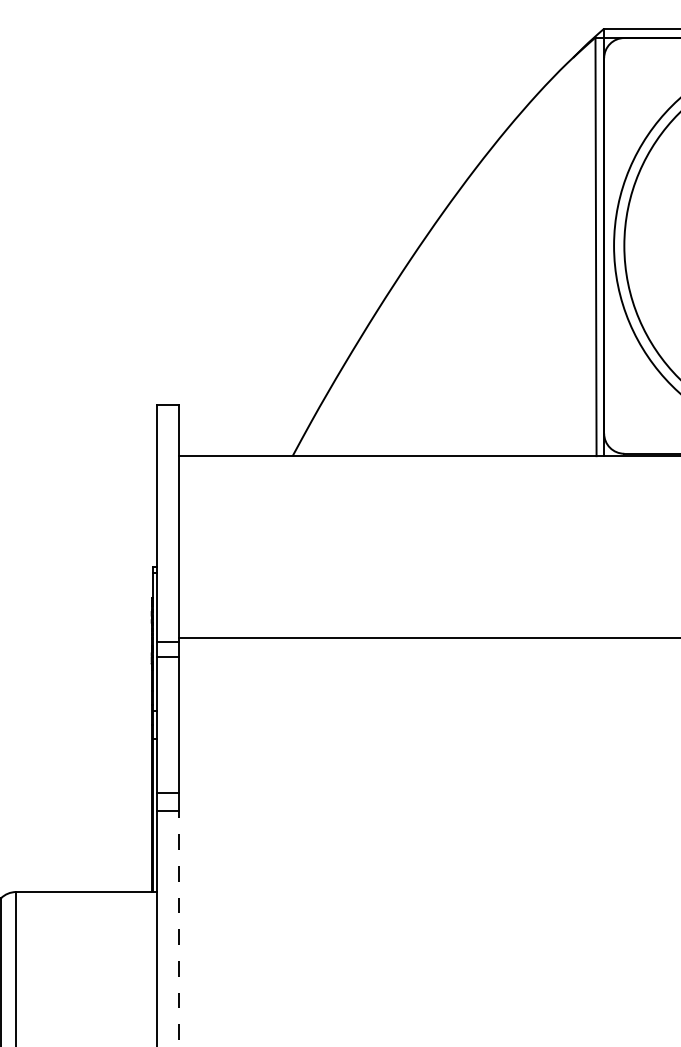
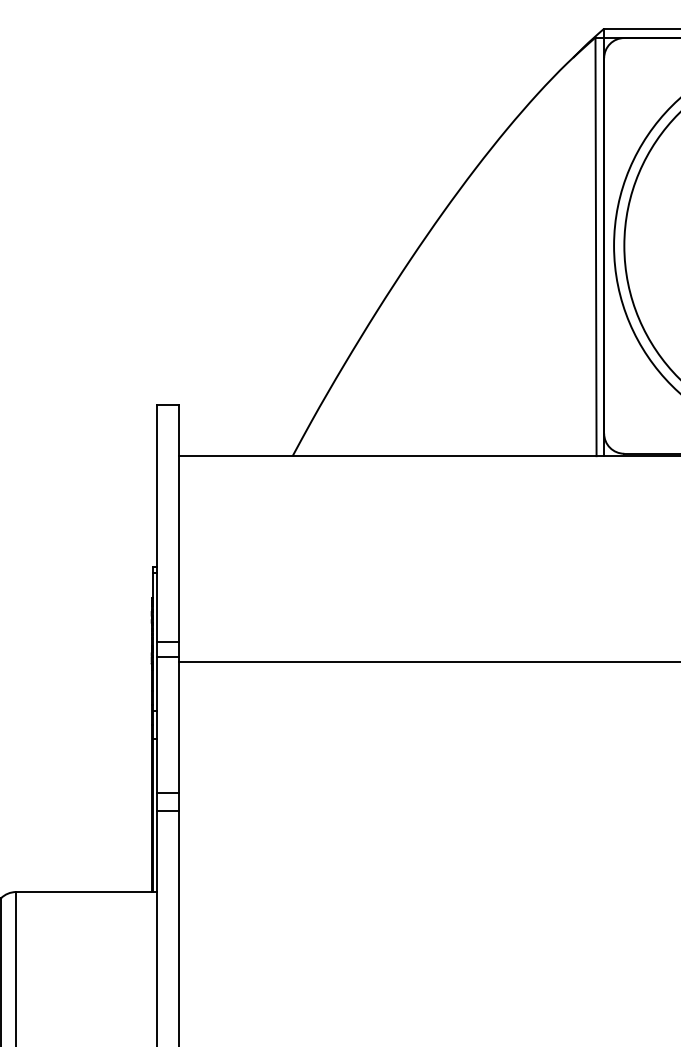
line at (427, 638) position: (427, 638) -> (427, 662)
line at (178, 928): dashed -> solid
